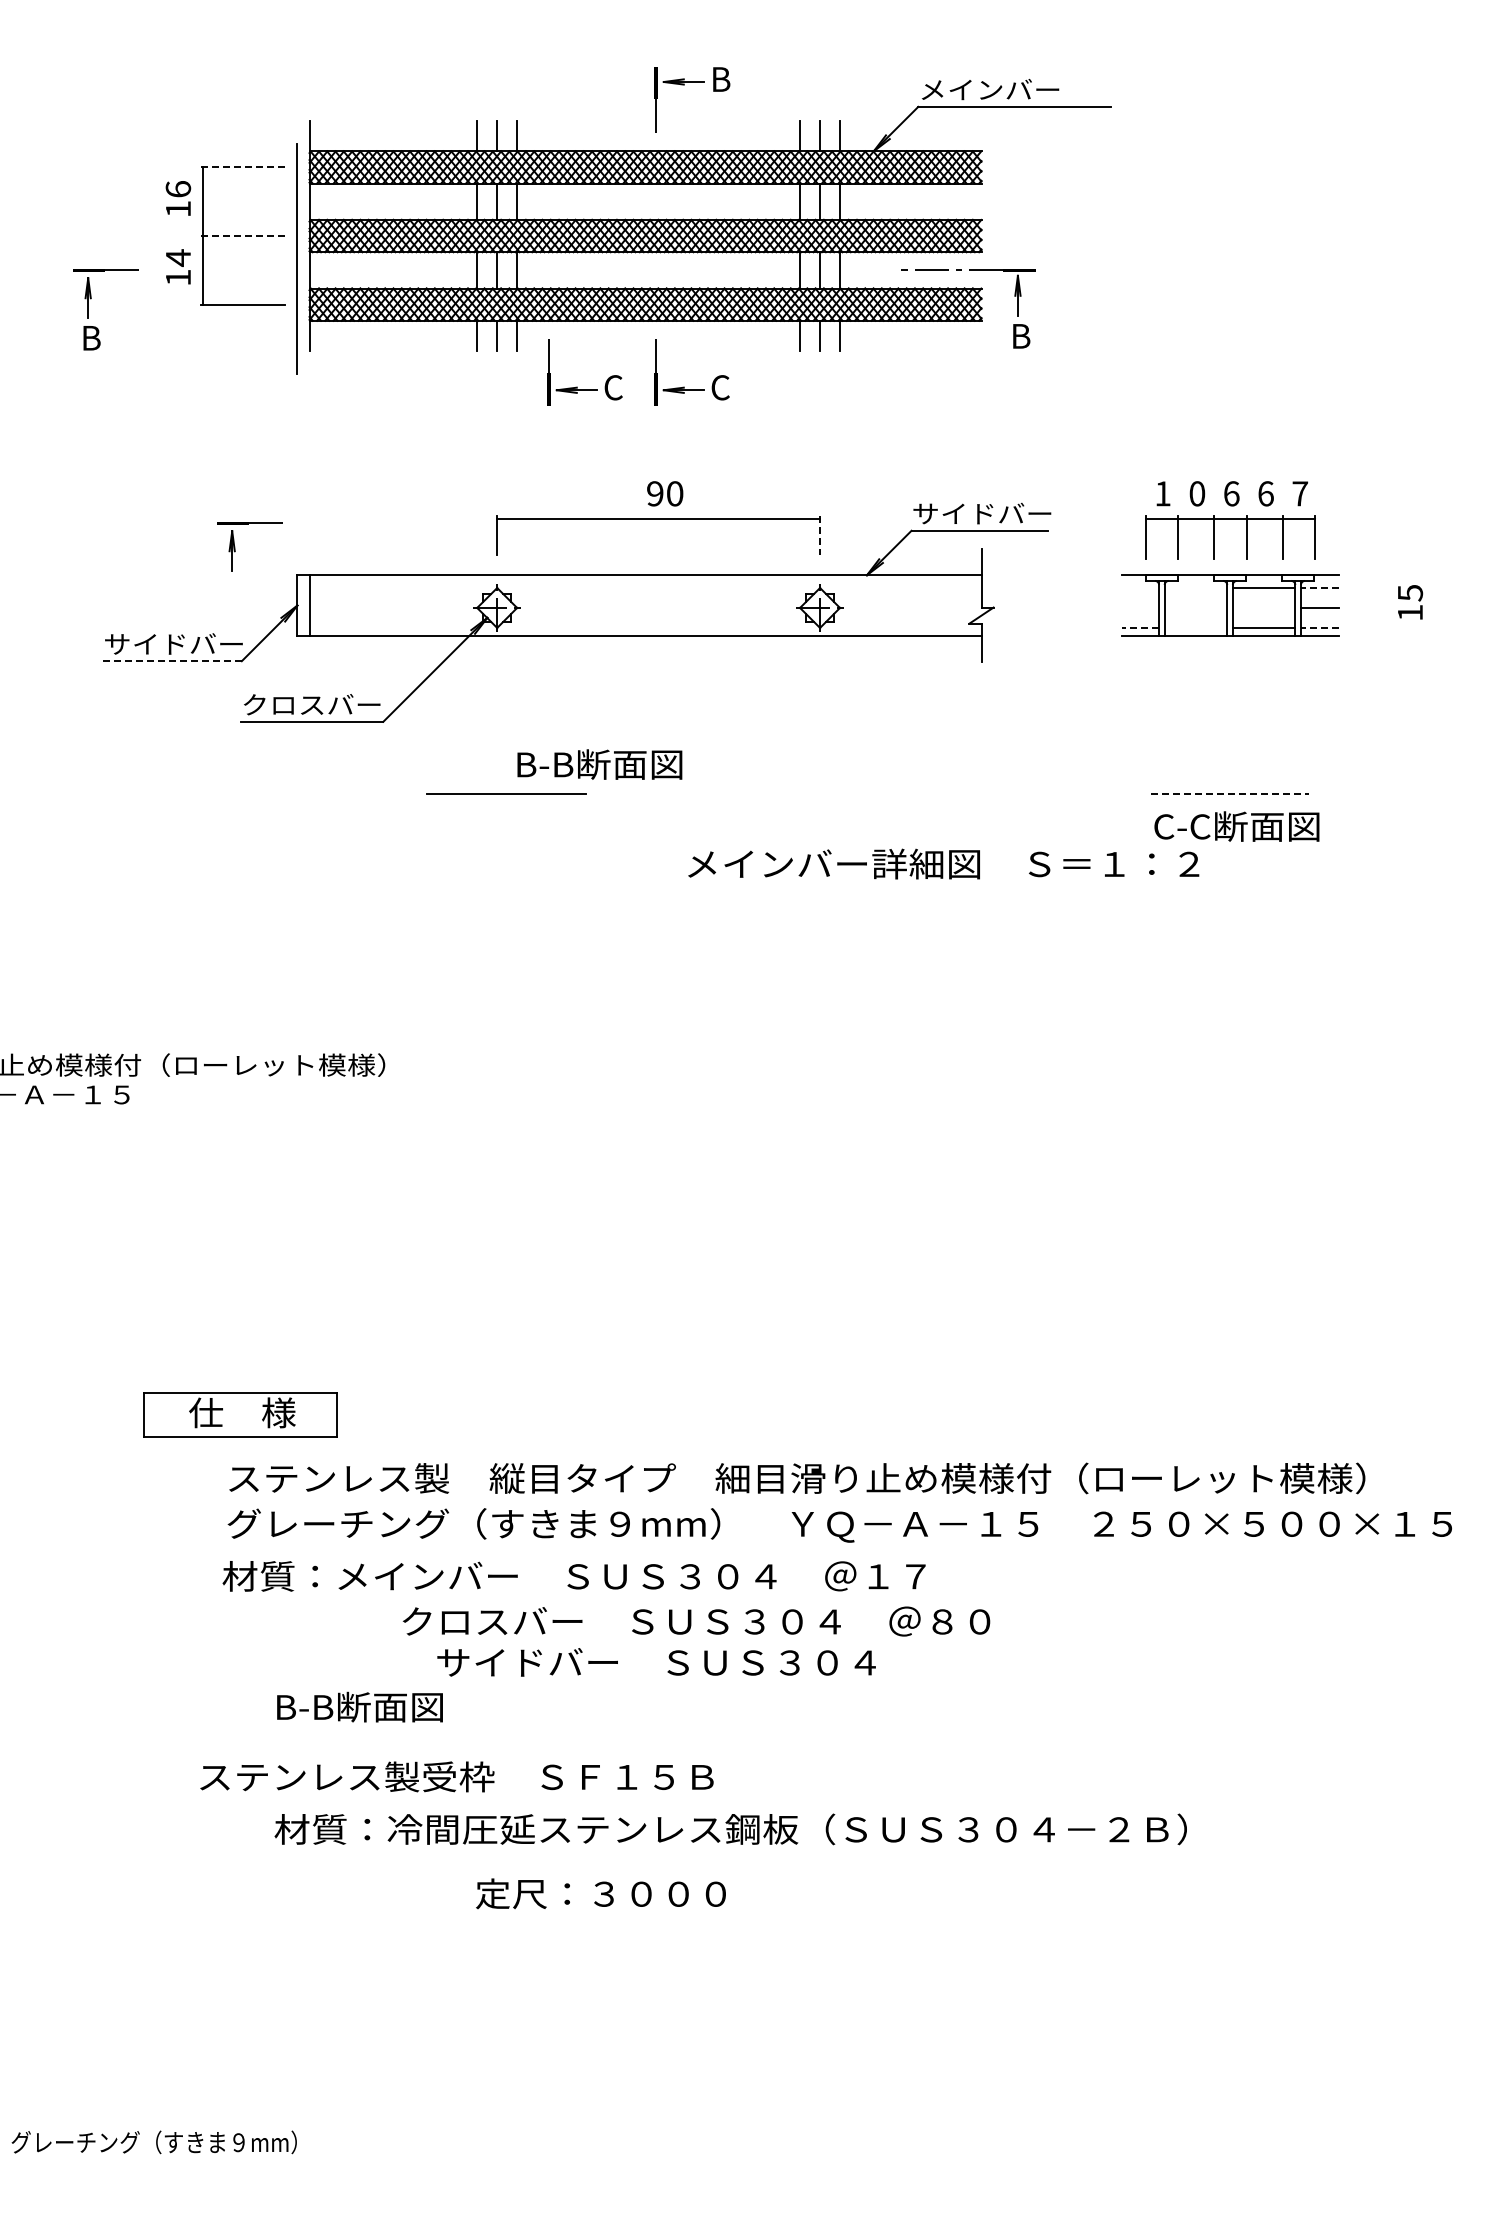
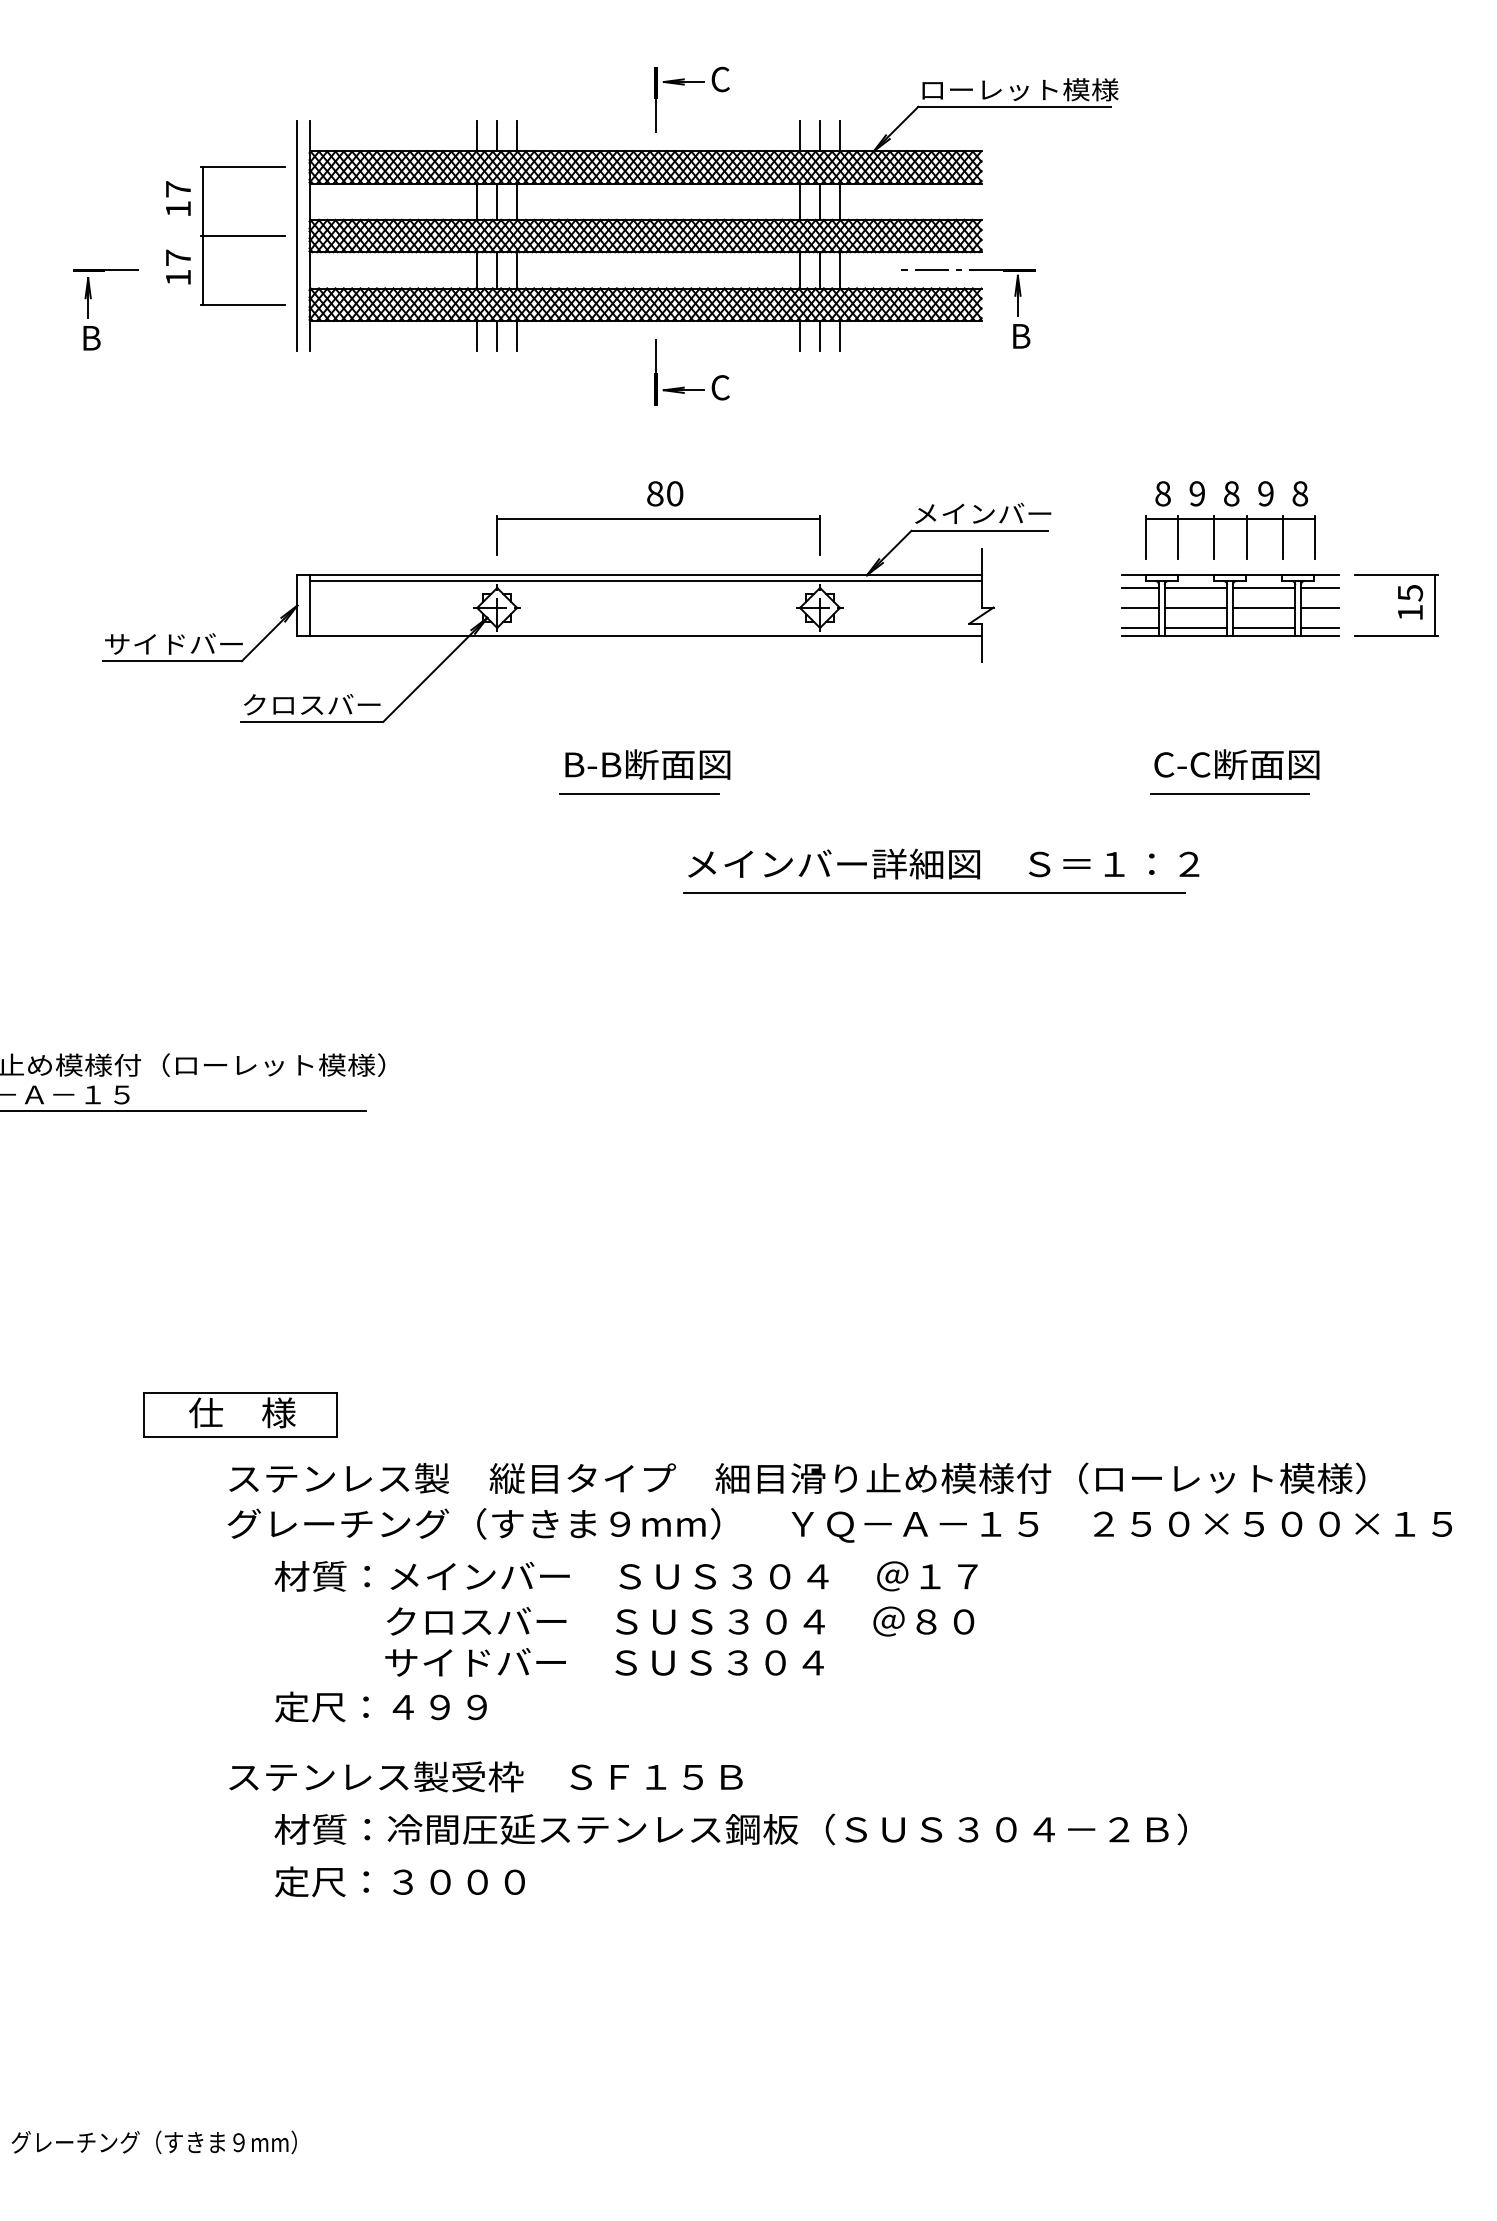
text at (720, 79): B -> C
text at (1019, 89): メインバー -> ローレット模様
line at (243, 167): dashed -> solid
text at (178, 189): 16 -> 17
line at (243, 236): dashed -> solid
text at (178, 257): 14 -> 17
line at (296, 258) position: (296, 258) -> (296, 235)
part at (577, 386): present -> none
text at (655, 493): 90 -> 80
text at (1162, 493): 1 -> 8
text at (1197, 493): 0 -> 9
text at (1231, 493): 6 -> 8
text at (1265, 493): 6 -> 9
text at (1300, 493): 7 -> 8
text at (953, 513): サイドバー -> メインバー
line at (820, 536): dashed -> solid
part at (235, 546): present -> none
part at (1396, 575): none -> present
line at (645, 580): none -> present
line at (1139, 588): none -> present
line at (1195, 588): none -> present
line at (1319, 588): dashed -> solid
line at (1139, 607): none -> present
line at (1195, 607): none -> present
line at (1263, 607): none -> present
line at (1140, 627): dashed -> solid
line at (1195, 627): none -> present
line at (1319, 627): dashed -> solid
line at (173, 661): dashed -> solid
text at (599, 764) position: (599, 764) -> (647, 764)
line at (506, 793) position: (506, 793) -> (639, 793)
line at (1230, 793): dashed -> solid
text at (1236, 826) position: (1236, 826) -> (1236, 764)
line at (934, 893): none -> present
line at (183, 1111): none -> present
text at (573, 1576) position: (573, 1576) -> (625, 1576)
text at (696, 1621) position: (696, 1621) -> (680, 1621)
text at (656, 1662) position: (656, 1662) -> (604, 1662)
text at (380, 1706): B-B断面図 -> 定尺：４９９
text at (456, 1776) position: (456, 1776) -> (485, 1776)
text at (600, 1893) position: (600, 1893) -> (399, 1881)
